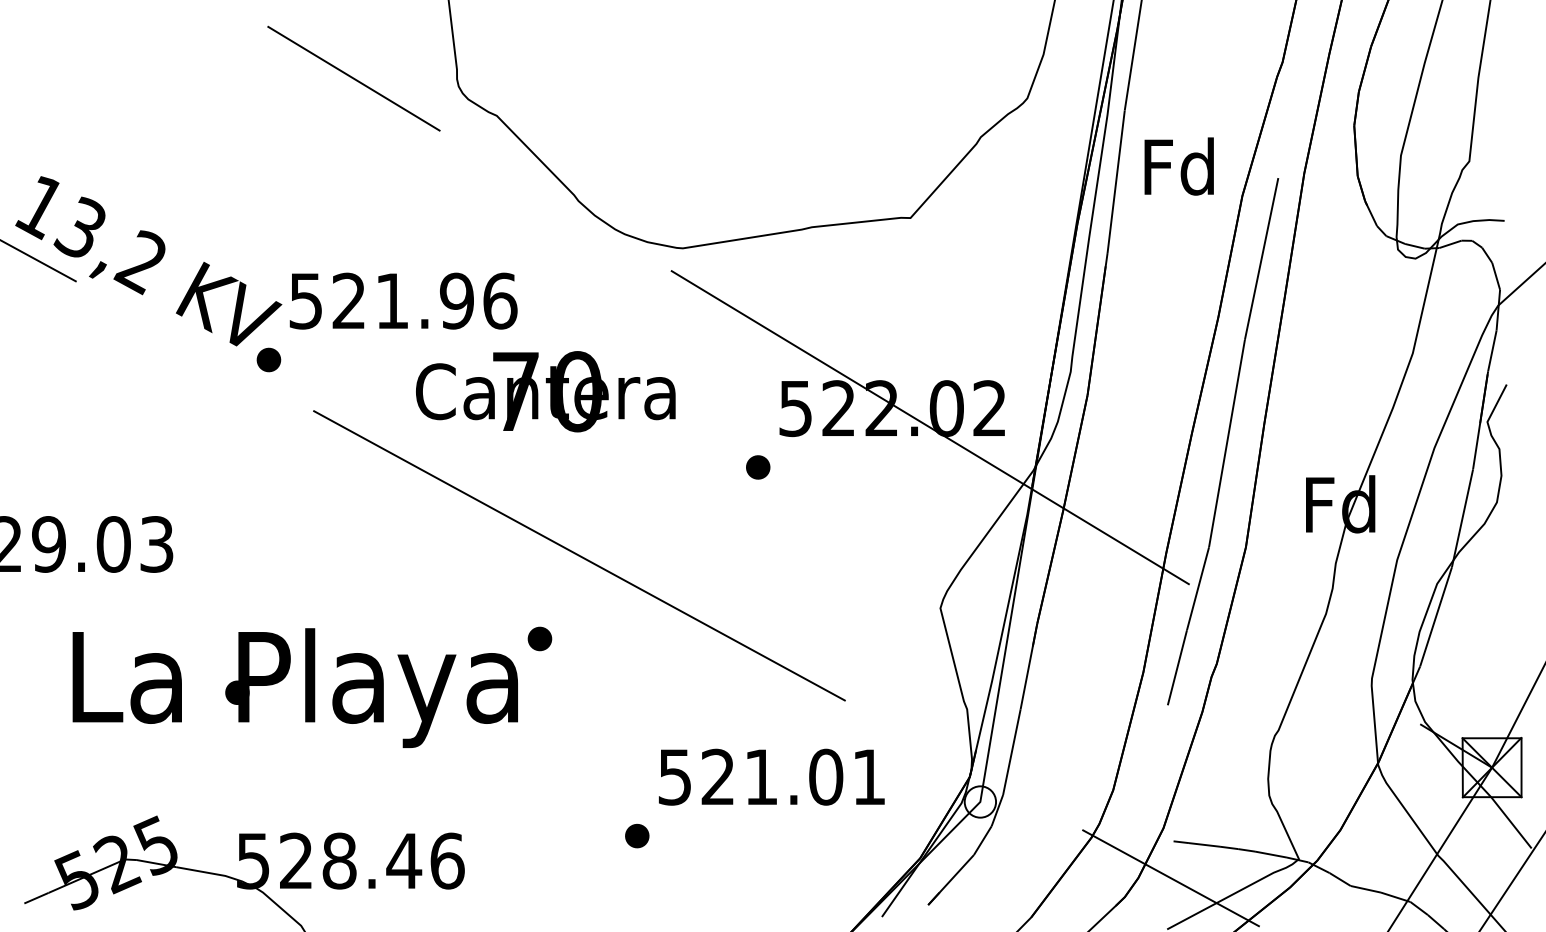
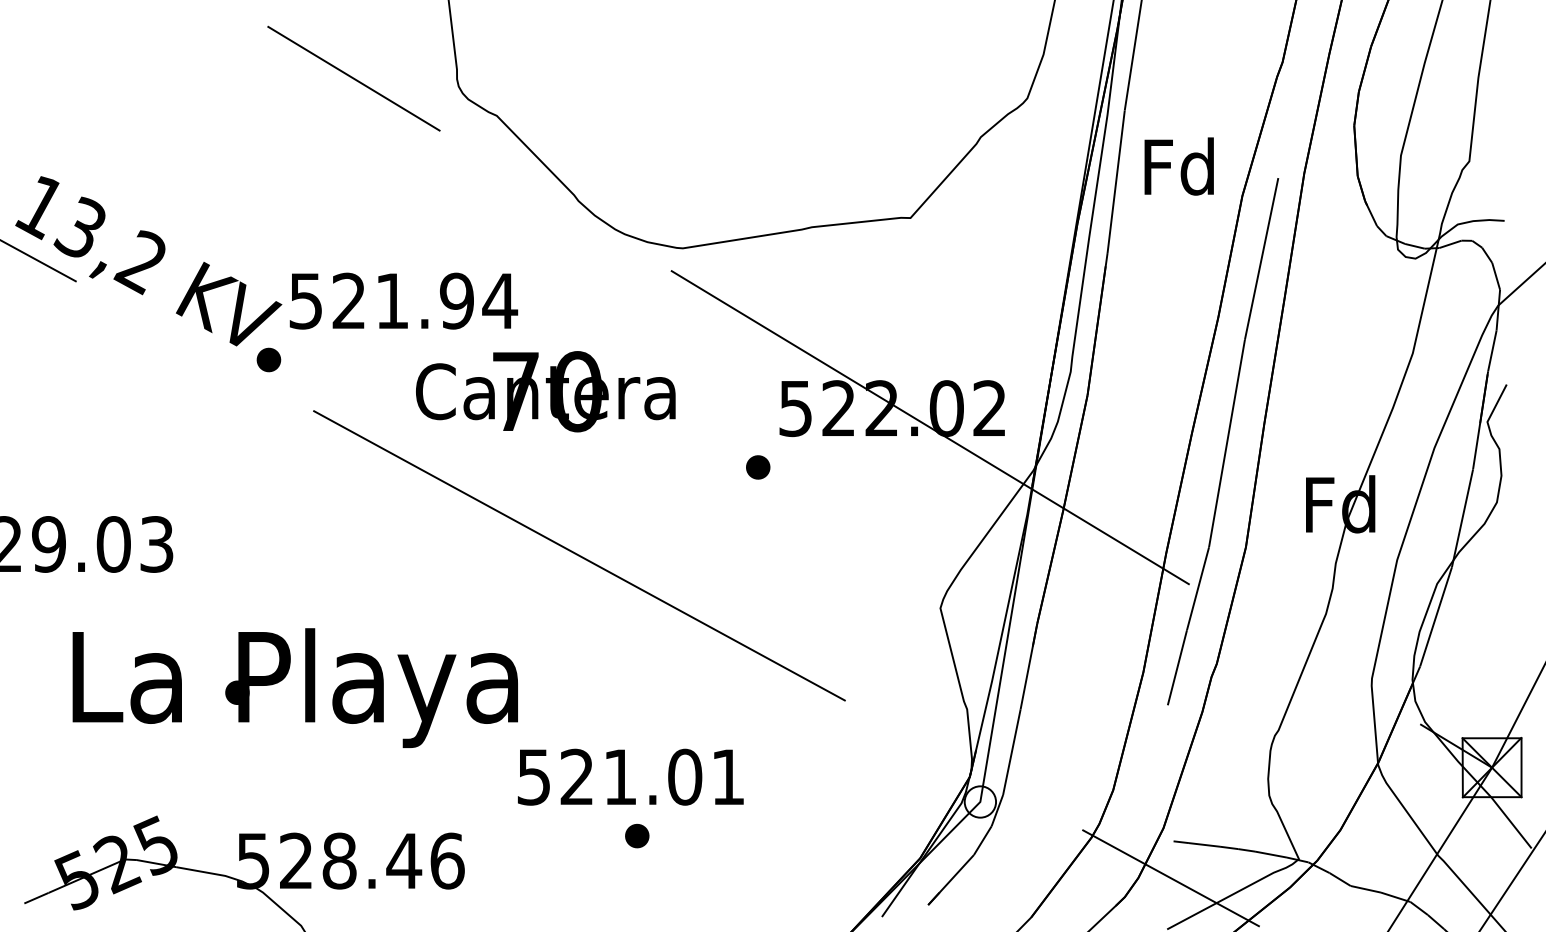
text at (500, 300): 521.96 -> 521.94
part at (539, 638): present -> none
text at (771, 776) position: (771, 776) -> (630, 776)
